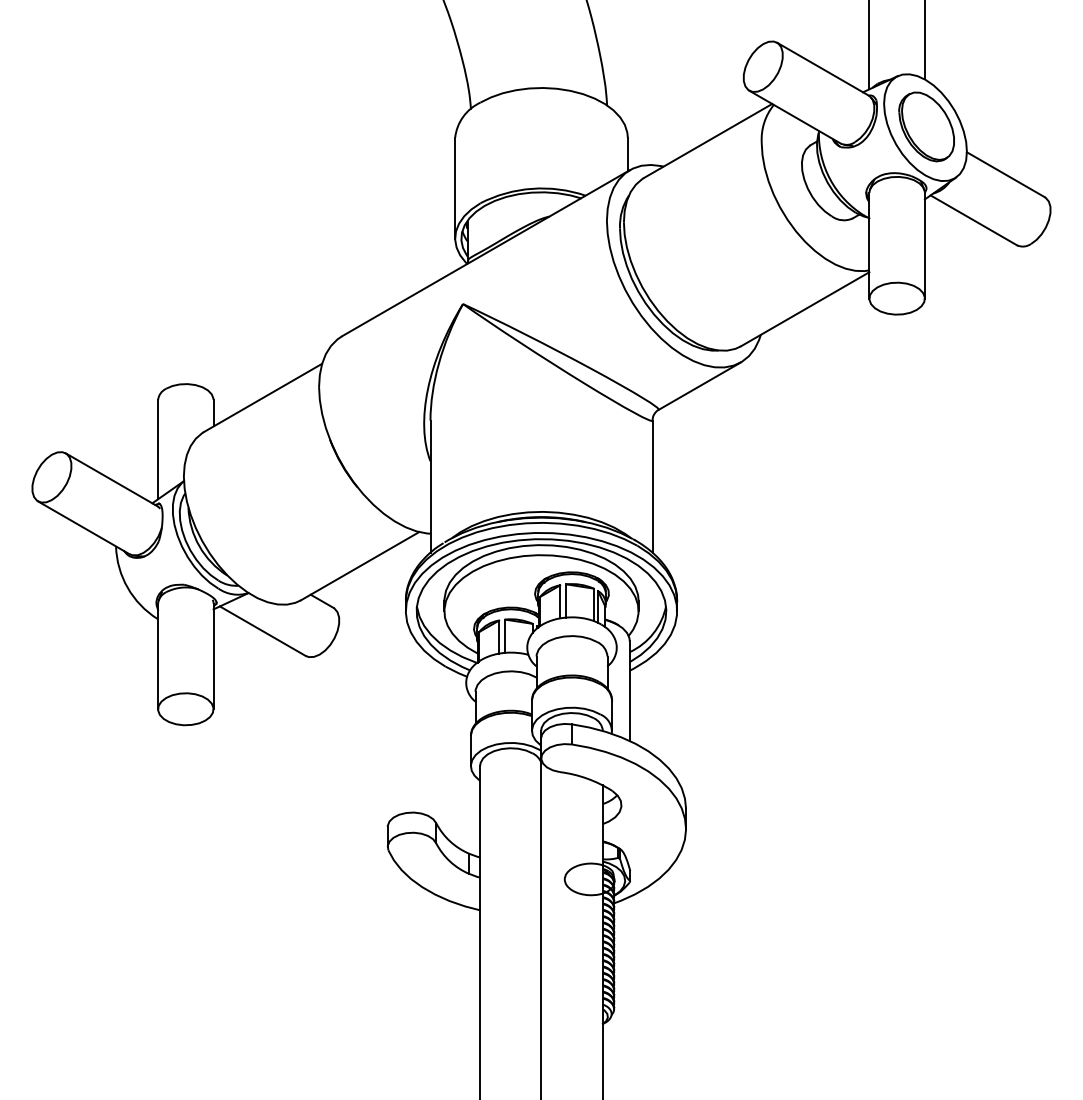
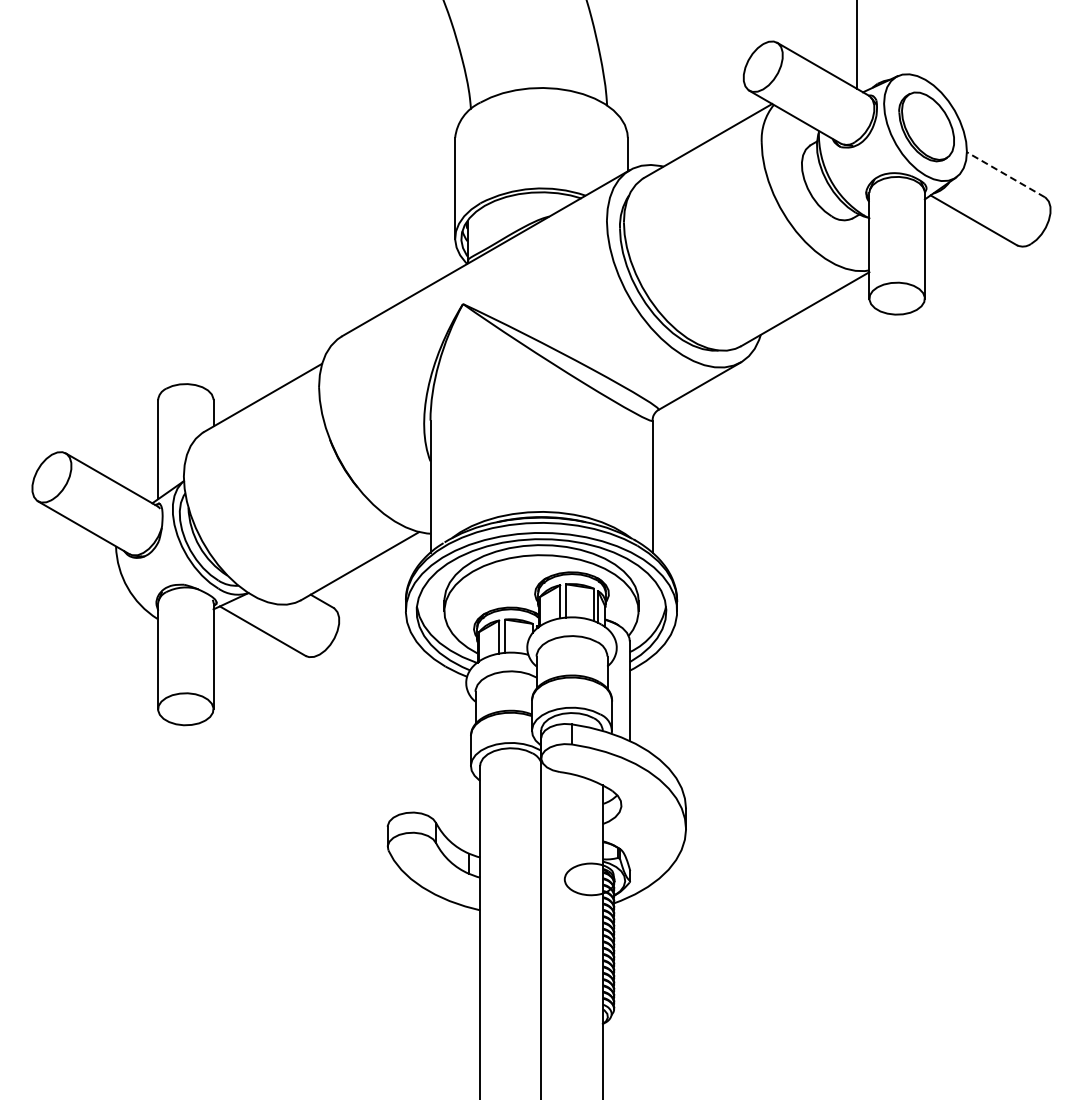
line at (924, 40): present -> none
line at (869, 45) position: (869, 45) -> (857, 45)
line at (1005, 174): solid -> dashed
